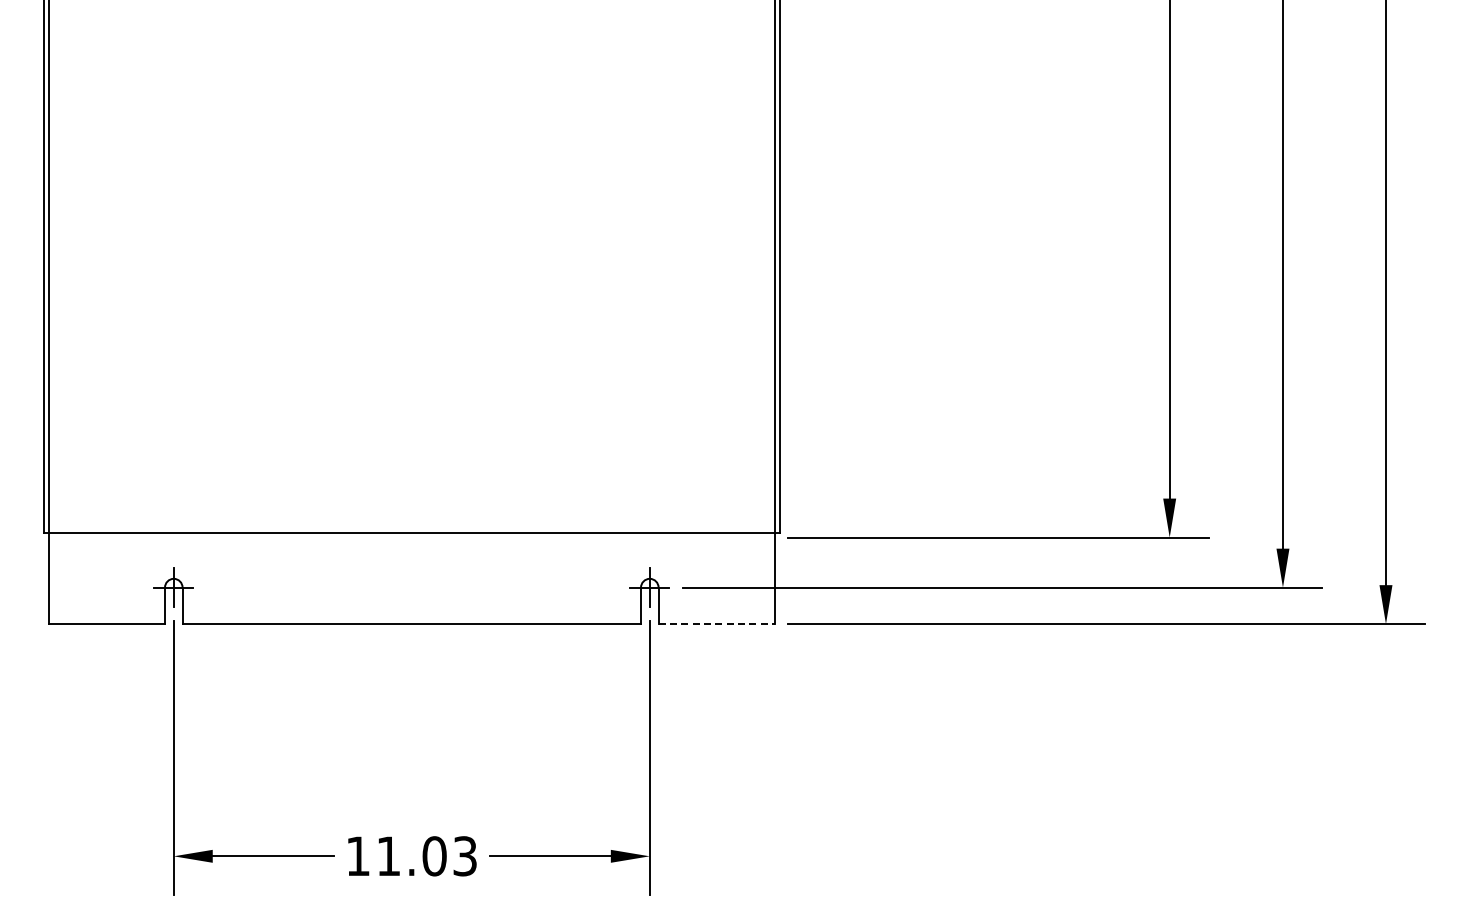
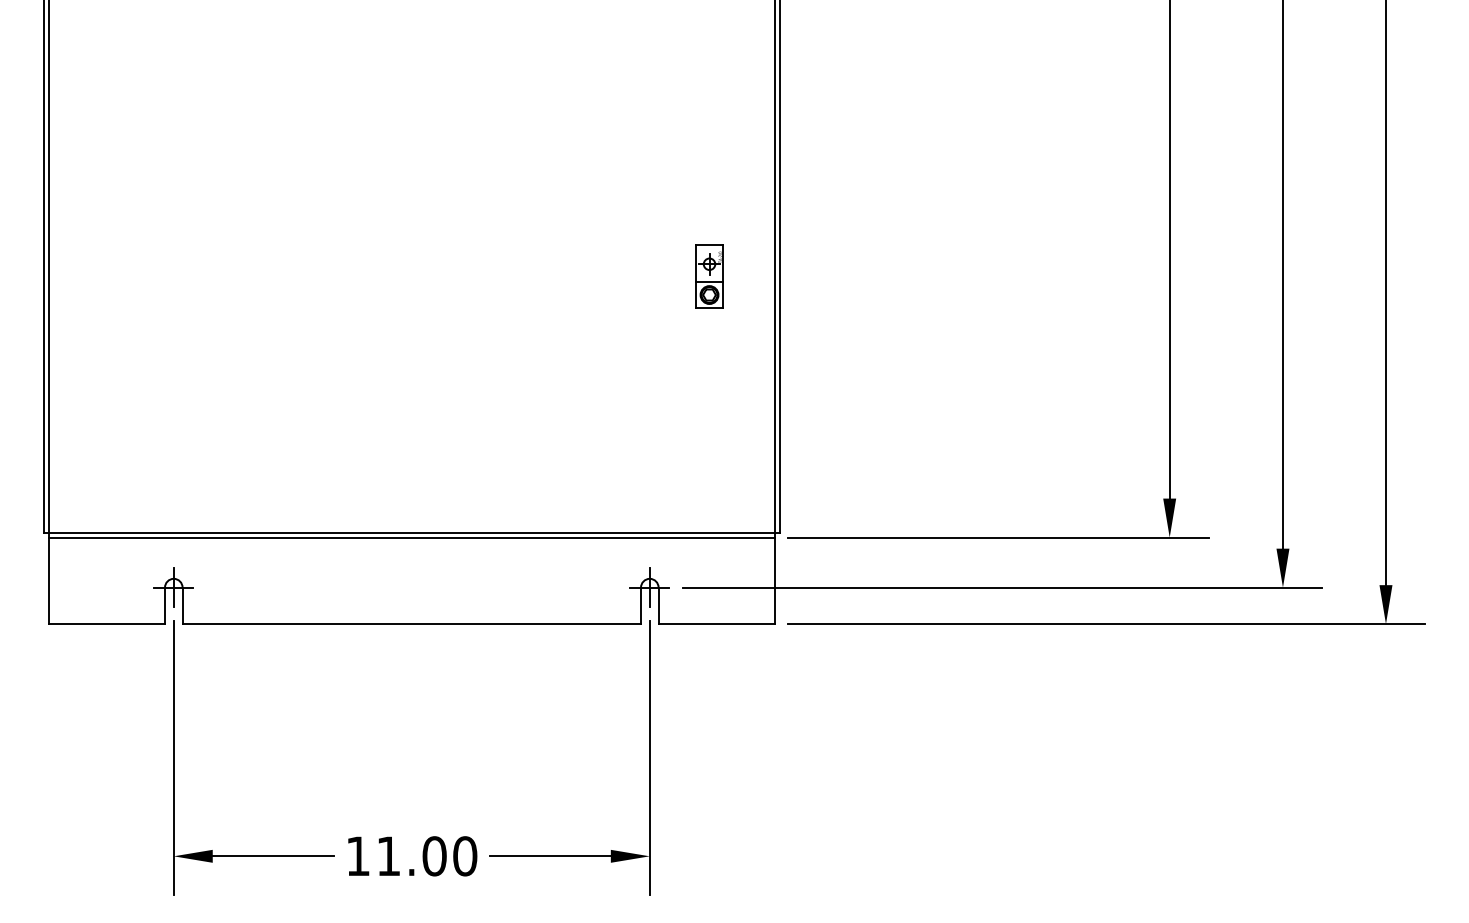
part at (709, 276): none -> present
line at (411, 537): none -> present
line at (716, 624): dashed -> solid
text at (465, 856): 11.03 -> 11.00
